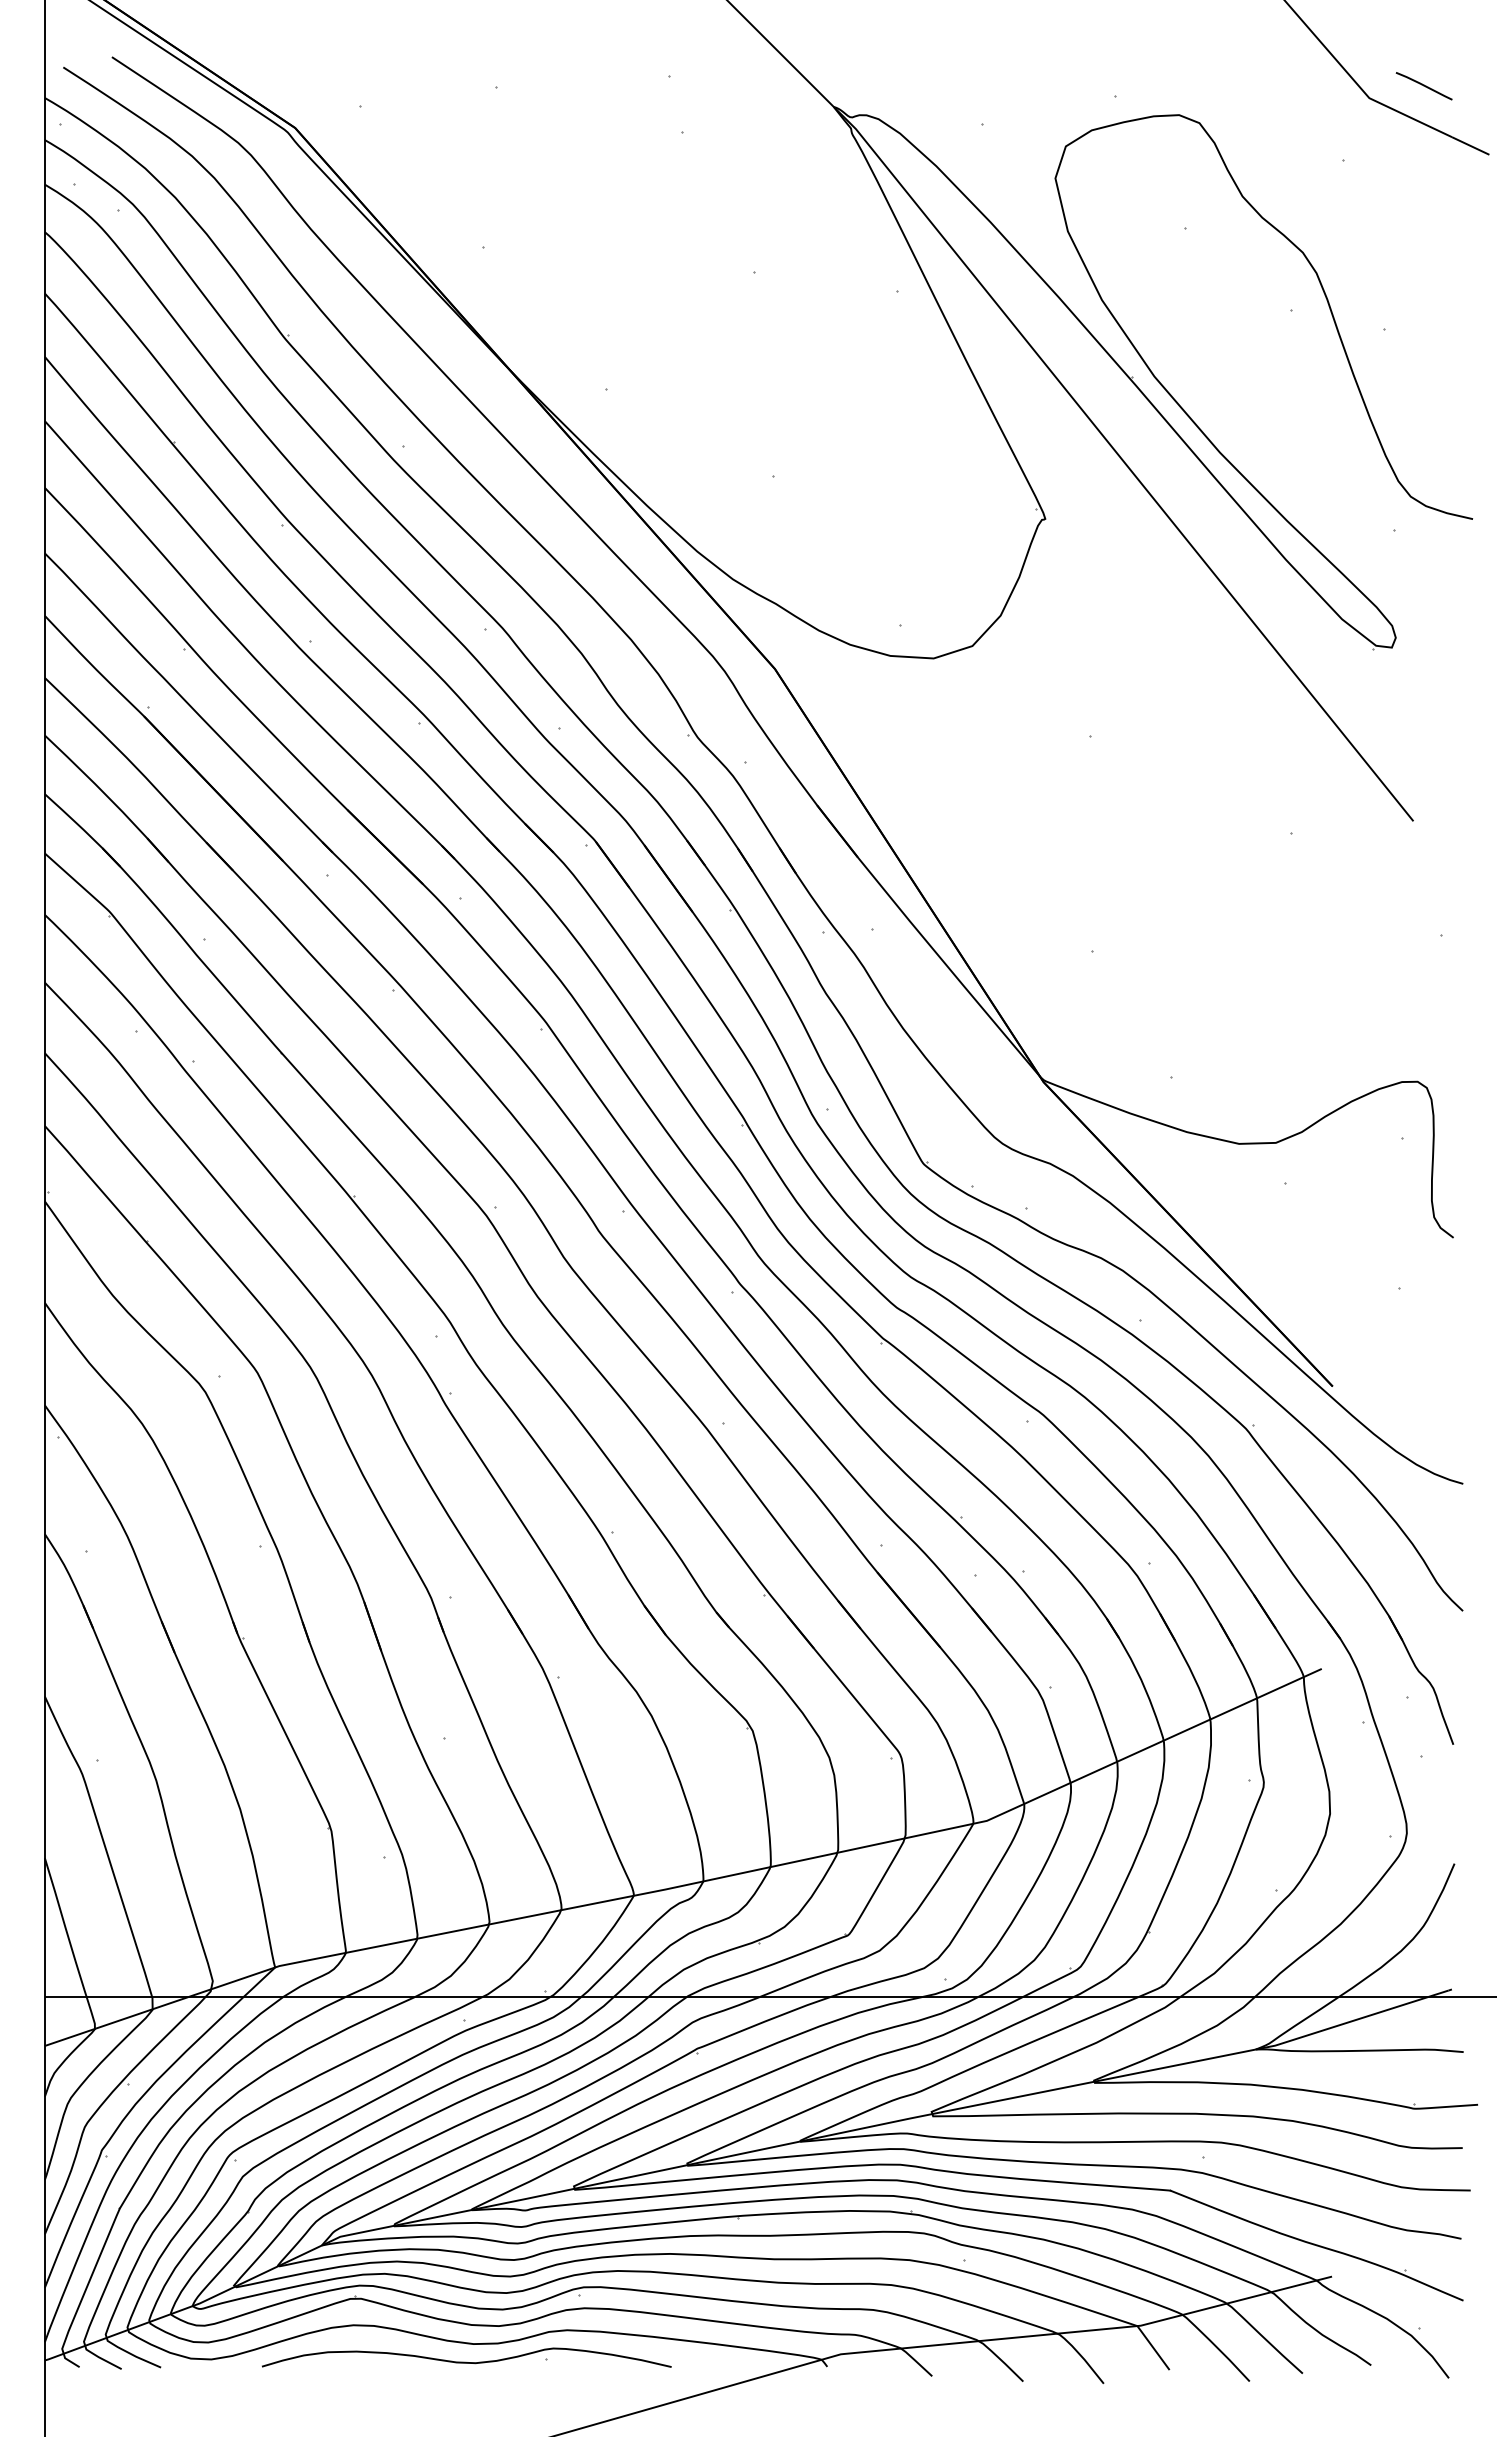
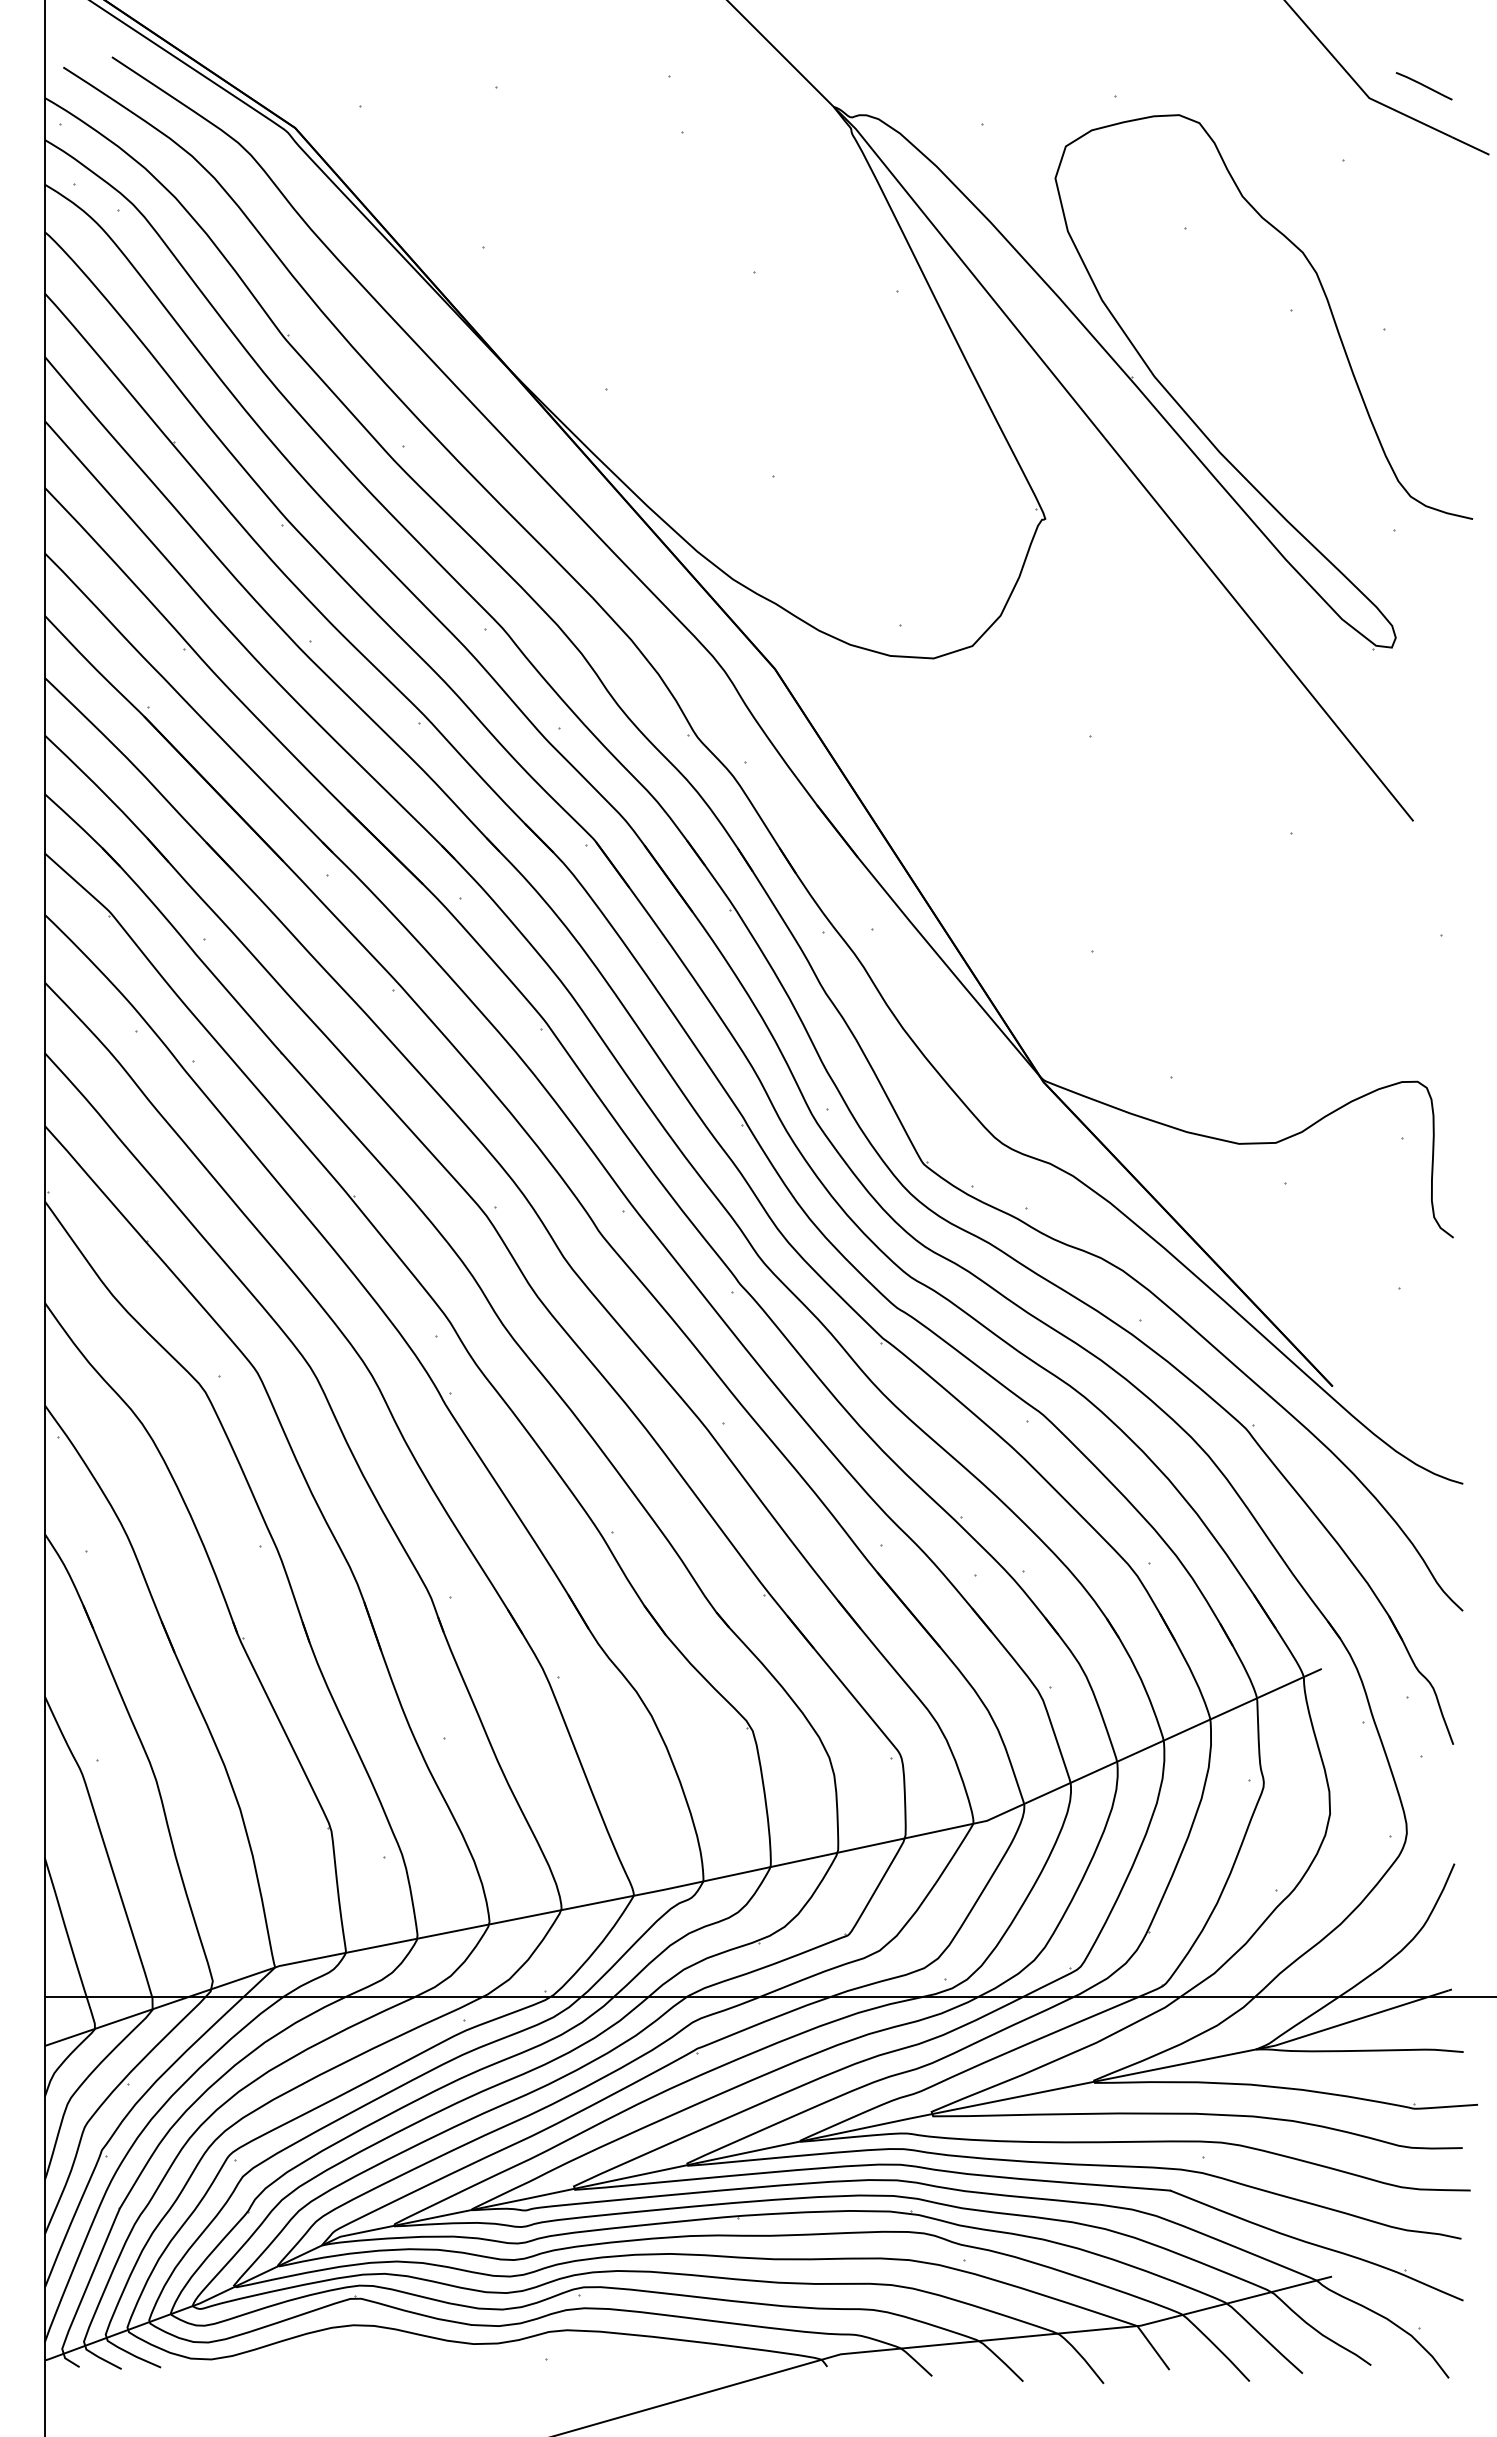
curve at (466, 2361): present -> none
